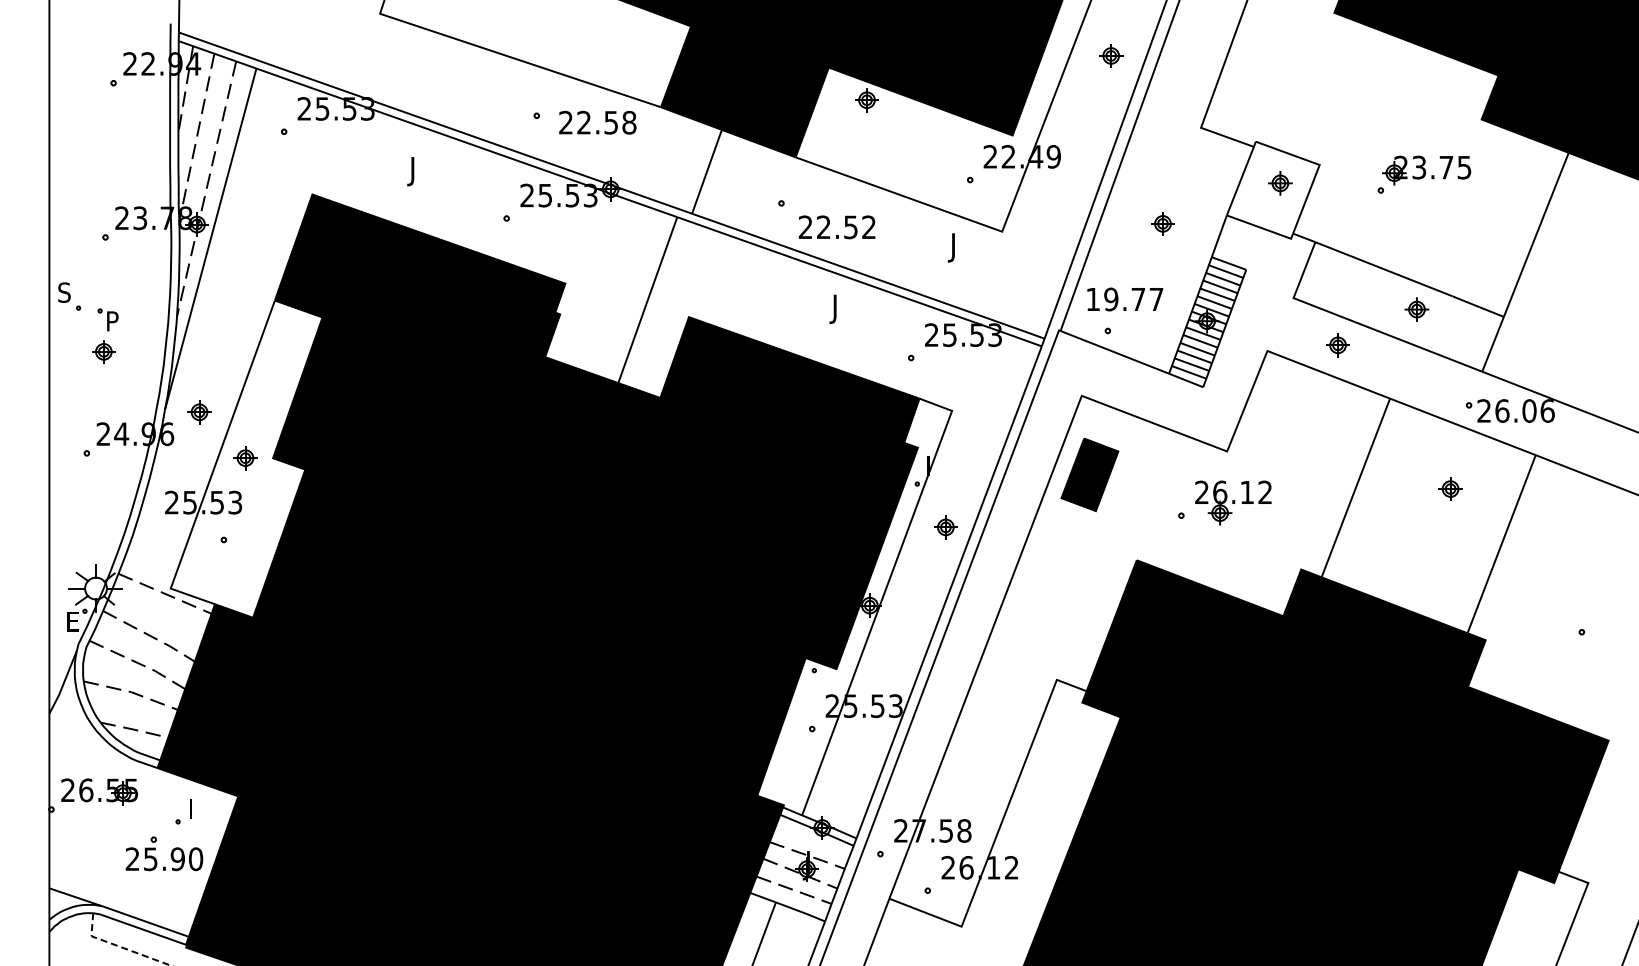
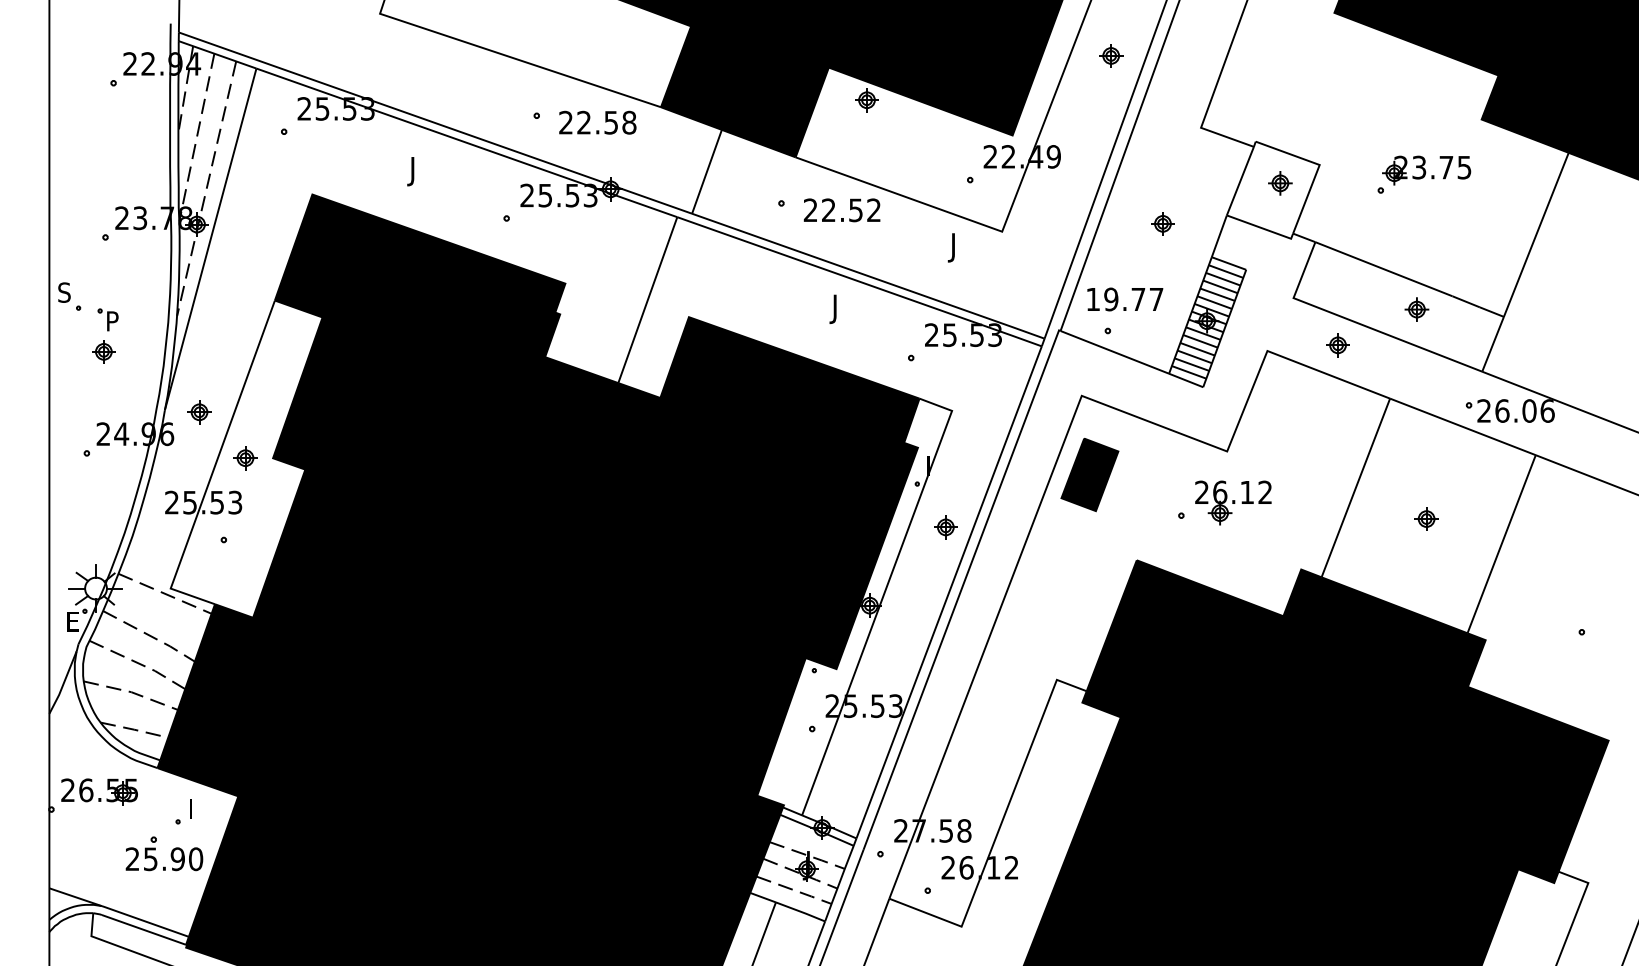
text at (836, 227) position: (836, 227) -> (841, 210)
part at (1450, 488) position: (1450, 488) -> (1426, 518)
line at (119, 946): dashed -> solid
